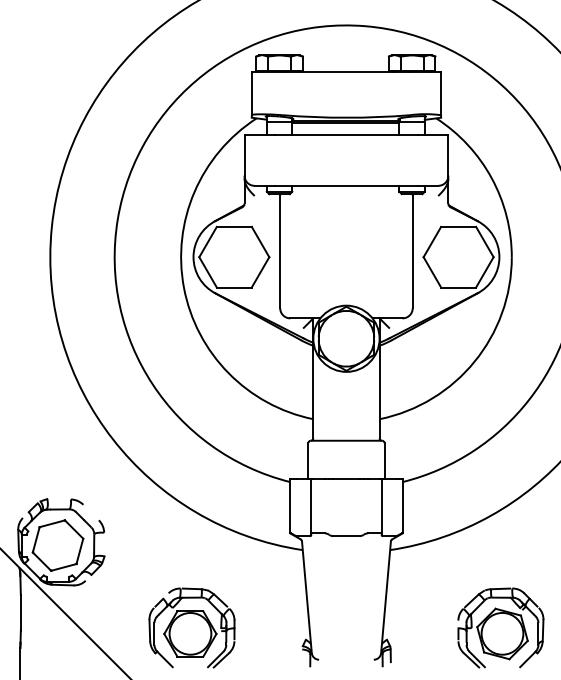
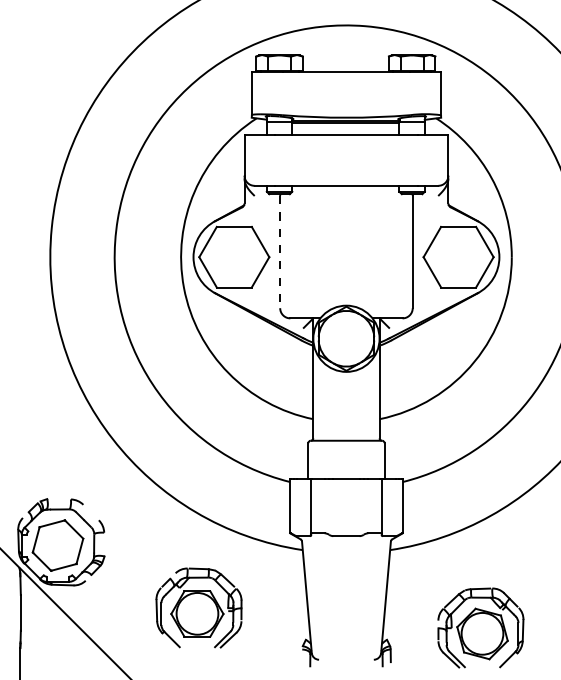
line at (280, 252): solid -> dashed
part at (191, 627) position: (191, 627) -> (198, 607)
part at (500, 627) position: (500, 627) -> (480, 627)
